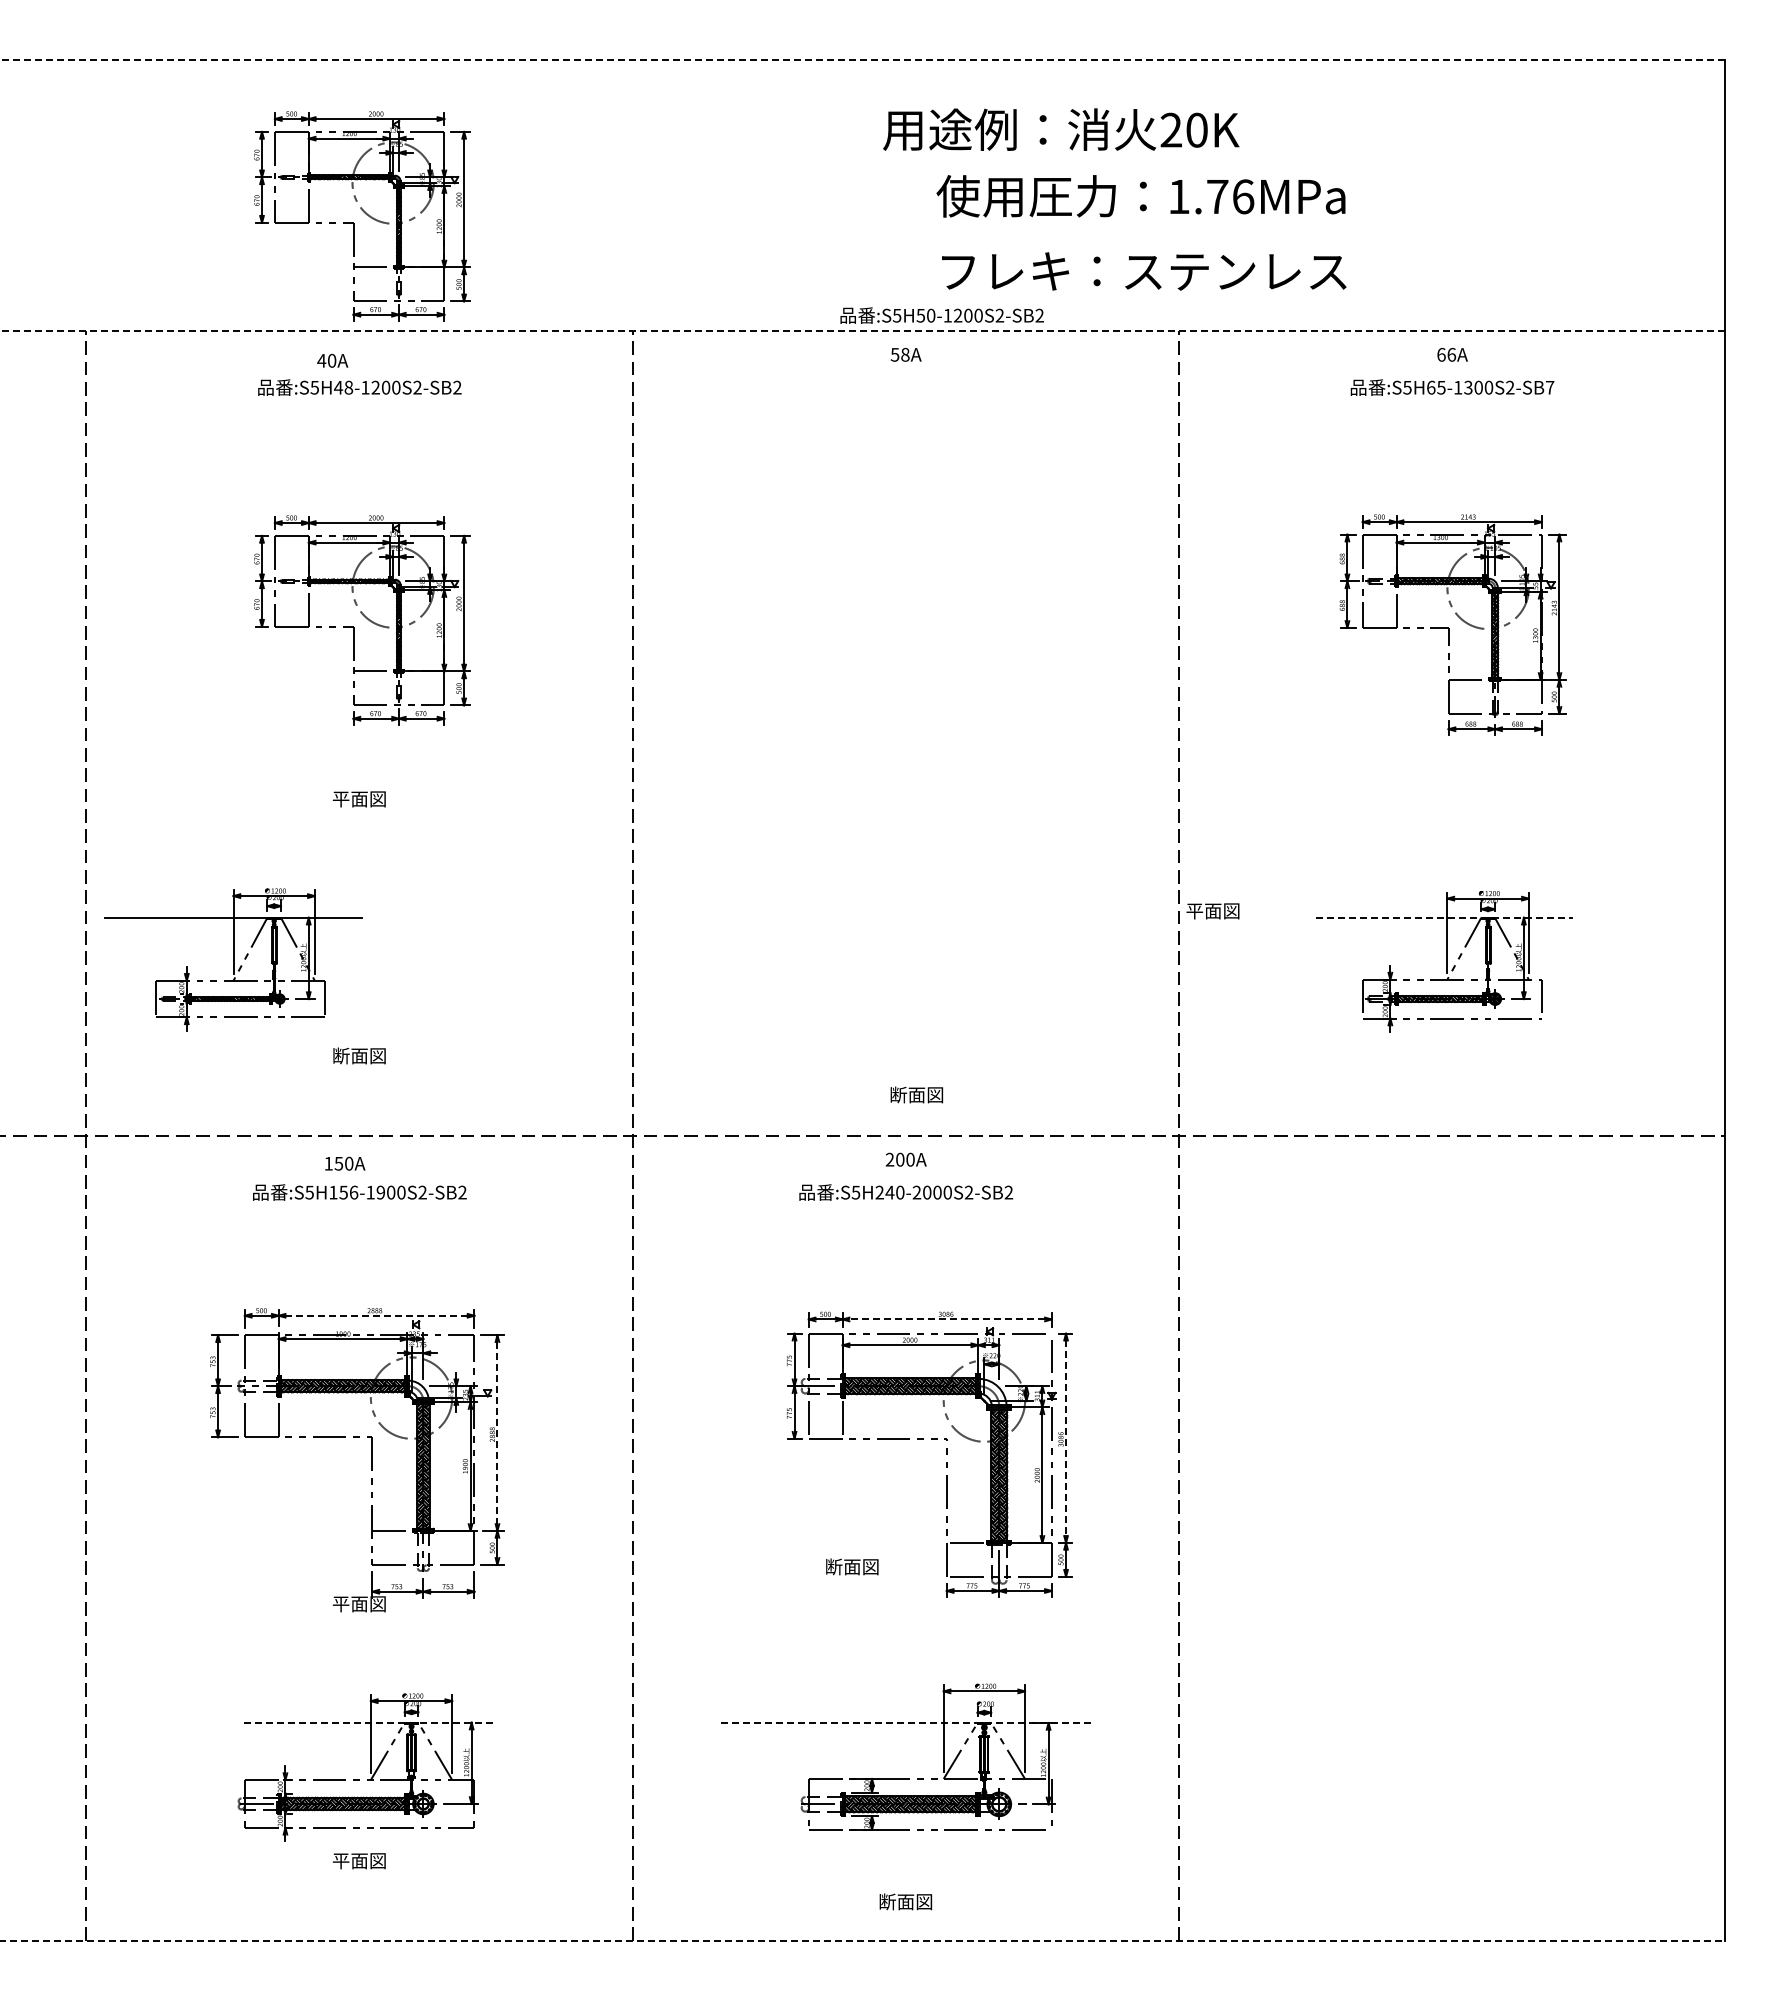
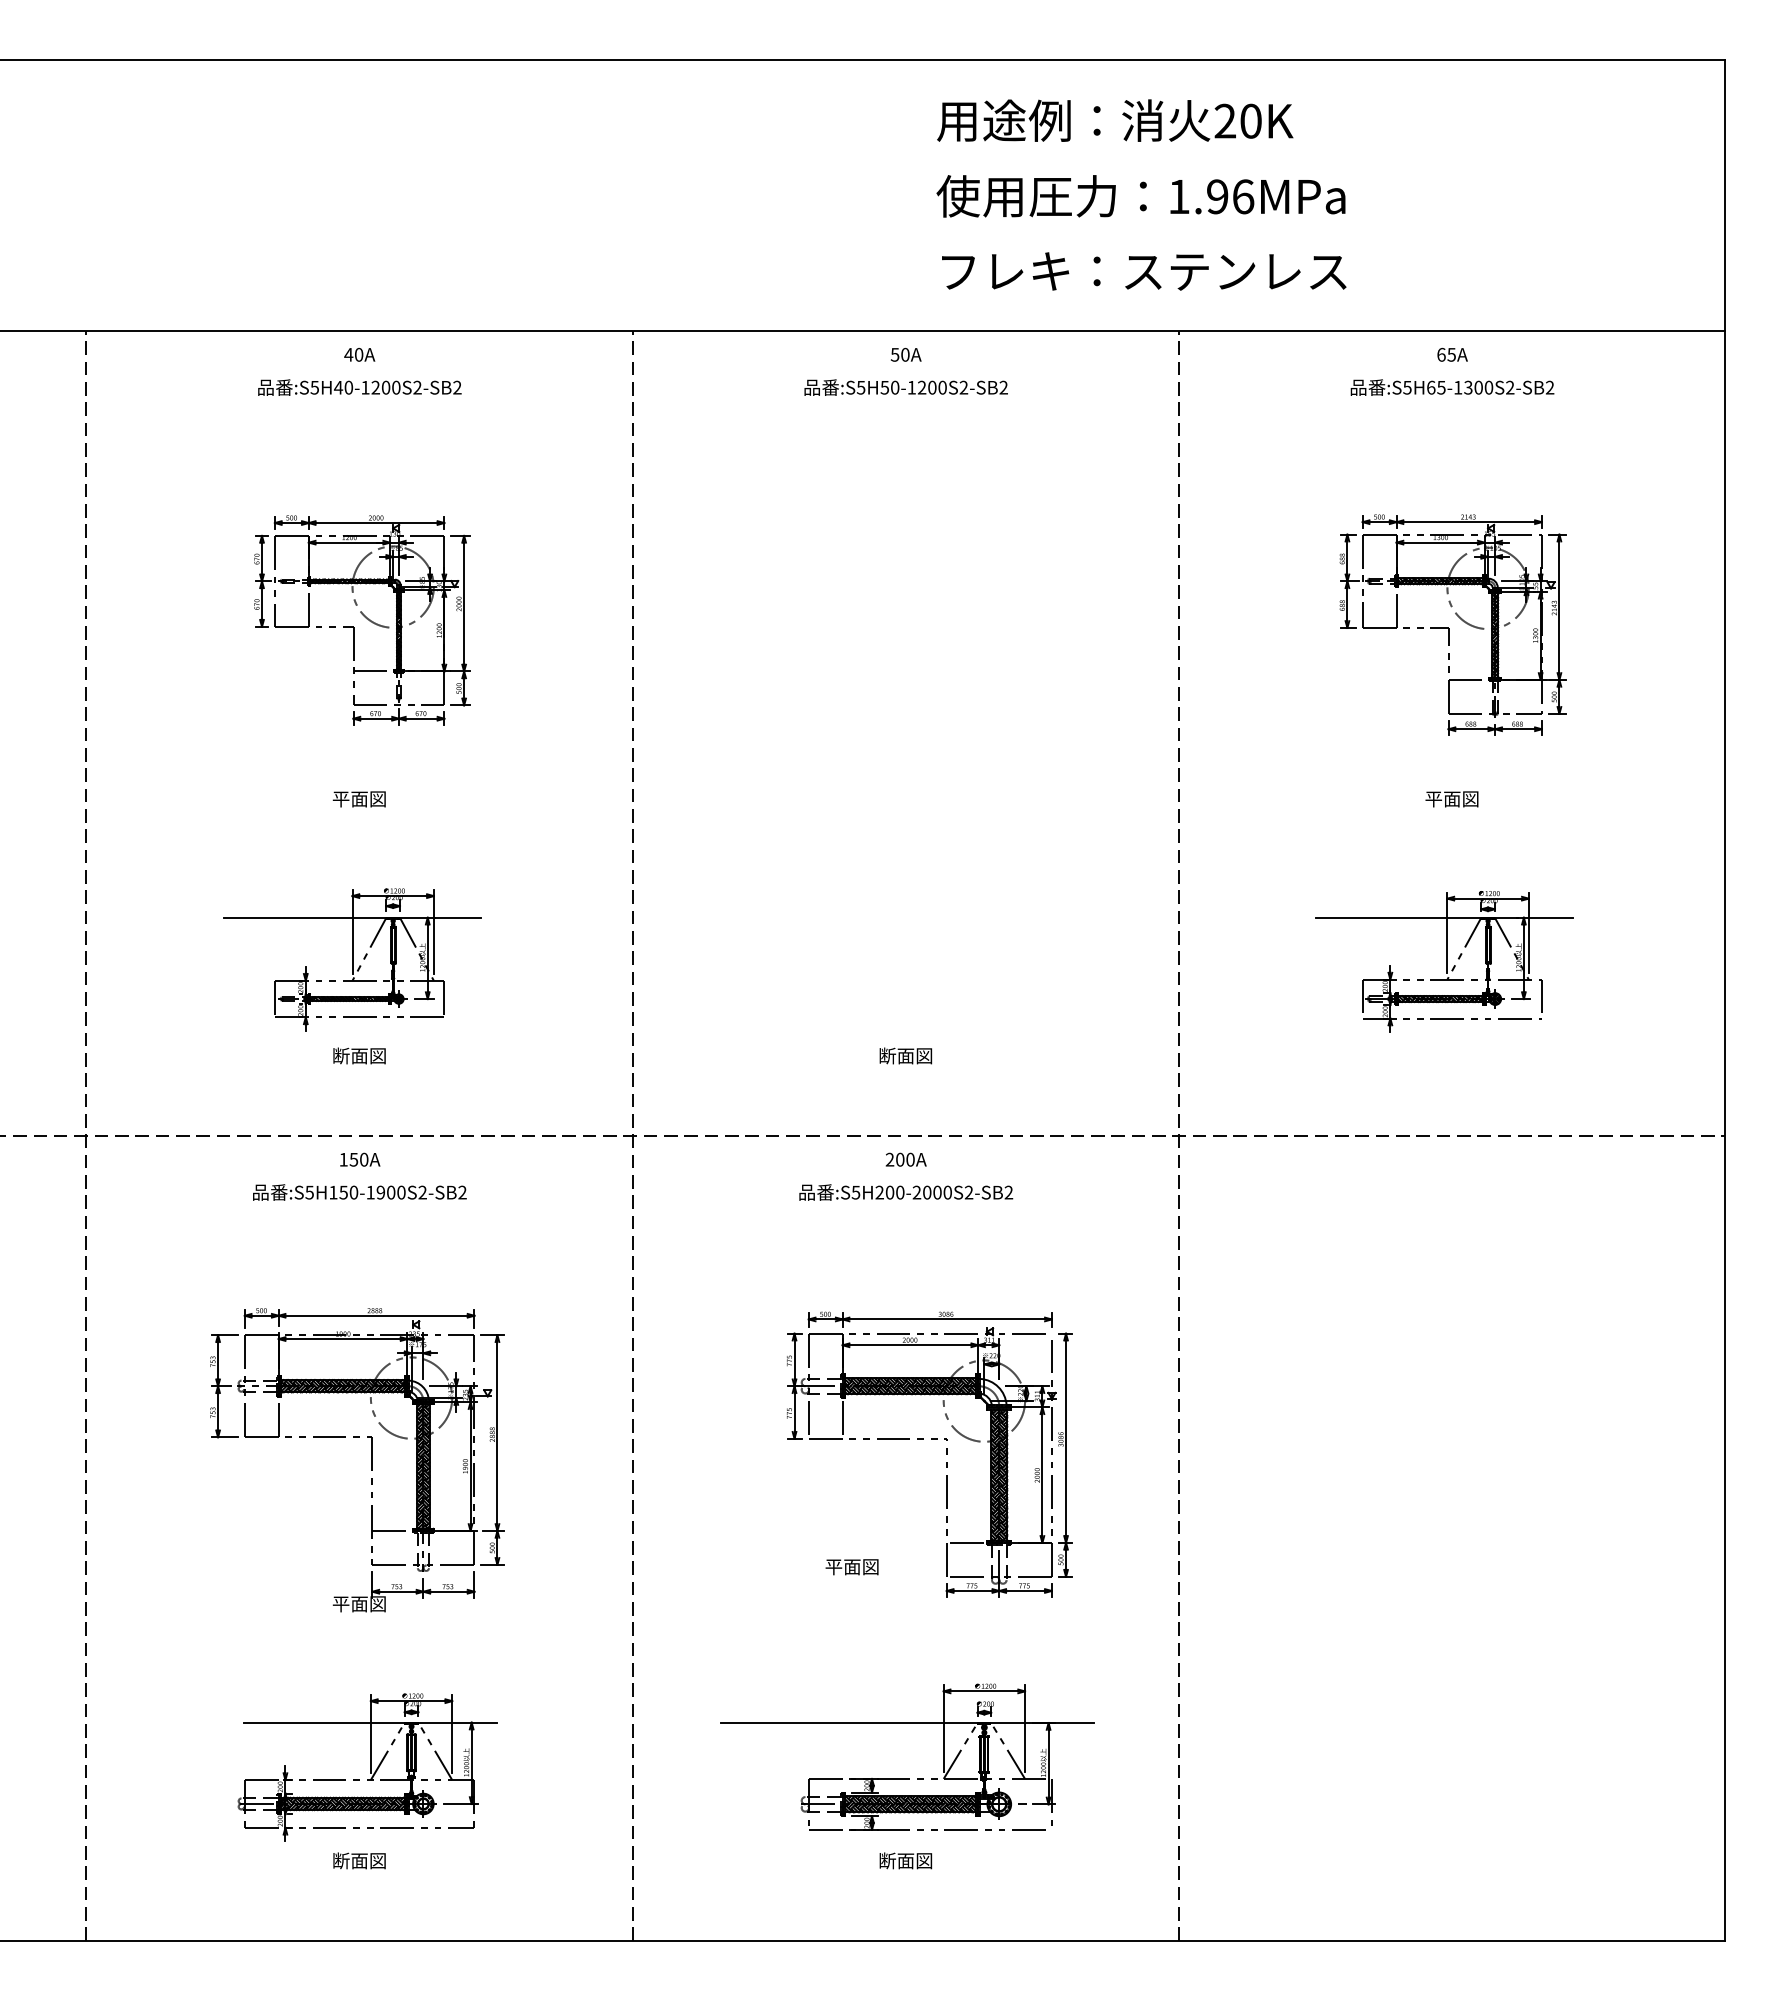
line at (862, 60): dashed -> solid
text at (1061, 129) position: (1061, 129) -> (1115, 120)
text at (1217, 196): 1.76MPa -> 1.96MPa
part at (362, 216): present -> none
text at (941, 315) position: (941, 315) -> (905, 387)
line at (862, 331): dashed -> solid
text at (905, 354): 58A -> 50A
text at (1451, 354): 66A -> 65A
text at (332, 360) position: (332, 360) -> (359, 354)
text at (348, 387): :S5H48-1200S2-SB2 -> :S5H40-1200S2-SB2
text at (1550, 387): :S5H65-1300S2-SB7 -> :S5H65-1300S2-SB2
text at (1212, 911) position: (1212, 911) -> (1451, 799)
line at (1444, 917): dashed -> solid
part at (233, 959) position: (233, 959) -> (352, 959)
text at (916, 1094) position: (916, 1094) -> (905, 1055)
text at (345, 1163) position: (345, 1163) -> (360, 1159)
text at (353, 1192): :S5H156-1900S2-SB2 -> :S5H150-1900S2-SB2
text at (889, 1192): :S5H240-2000S2-SB2 -> :S5H200-2000S2-SB2
line at (376, 1315): dashed -> solid
line at (947, 1319): dashed -> solid
line at (497, 1433): dashed -> solid
line at (1066, 1438): dashed -> solid
text at (833, 1566): 断面図 -> 平面図
line at (370, 1722): dashed -> solid
line at (907, 1723): dashed -> solid
text at (340, 1860): 平面図 -> 断面図
text at (905, 1901) position: (905, 1901) -> (905, 1860)
line at (863, 1940): dashed -> solid
